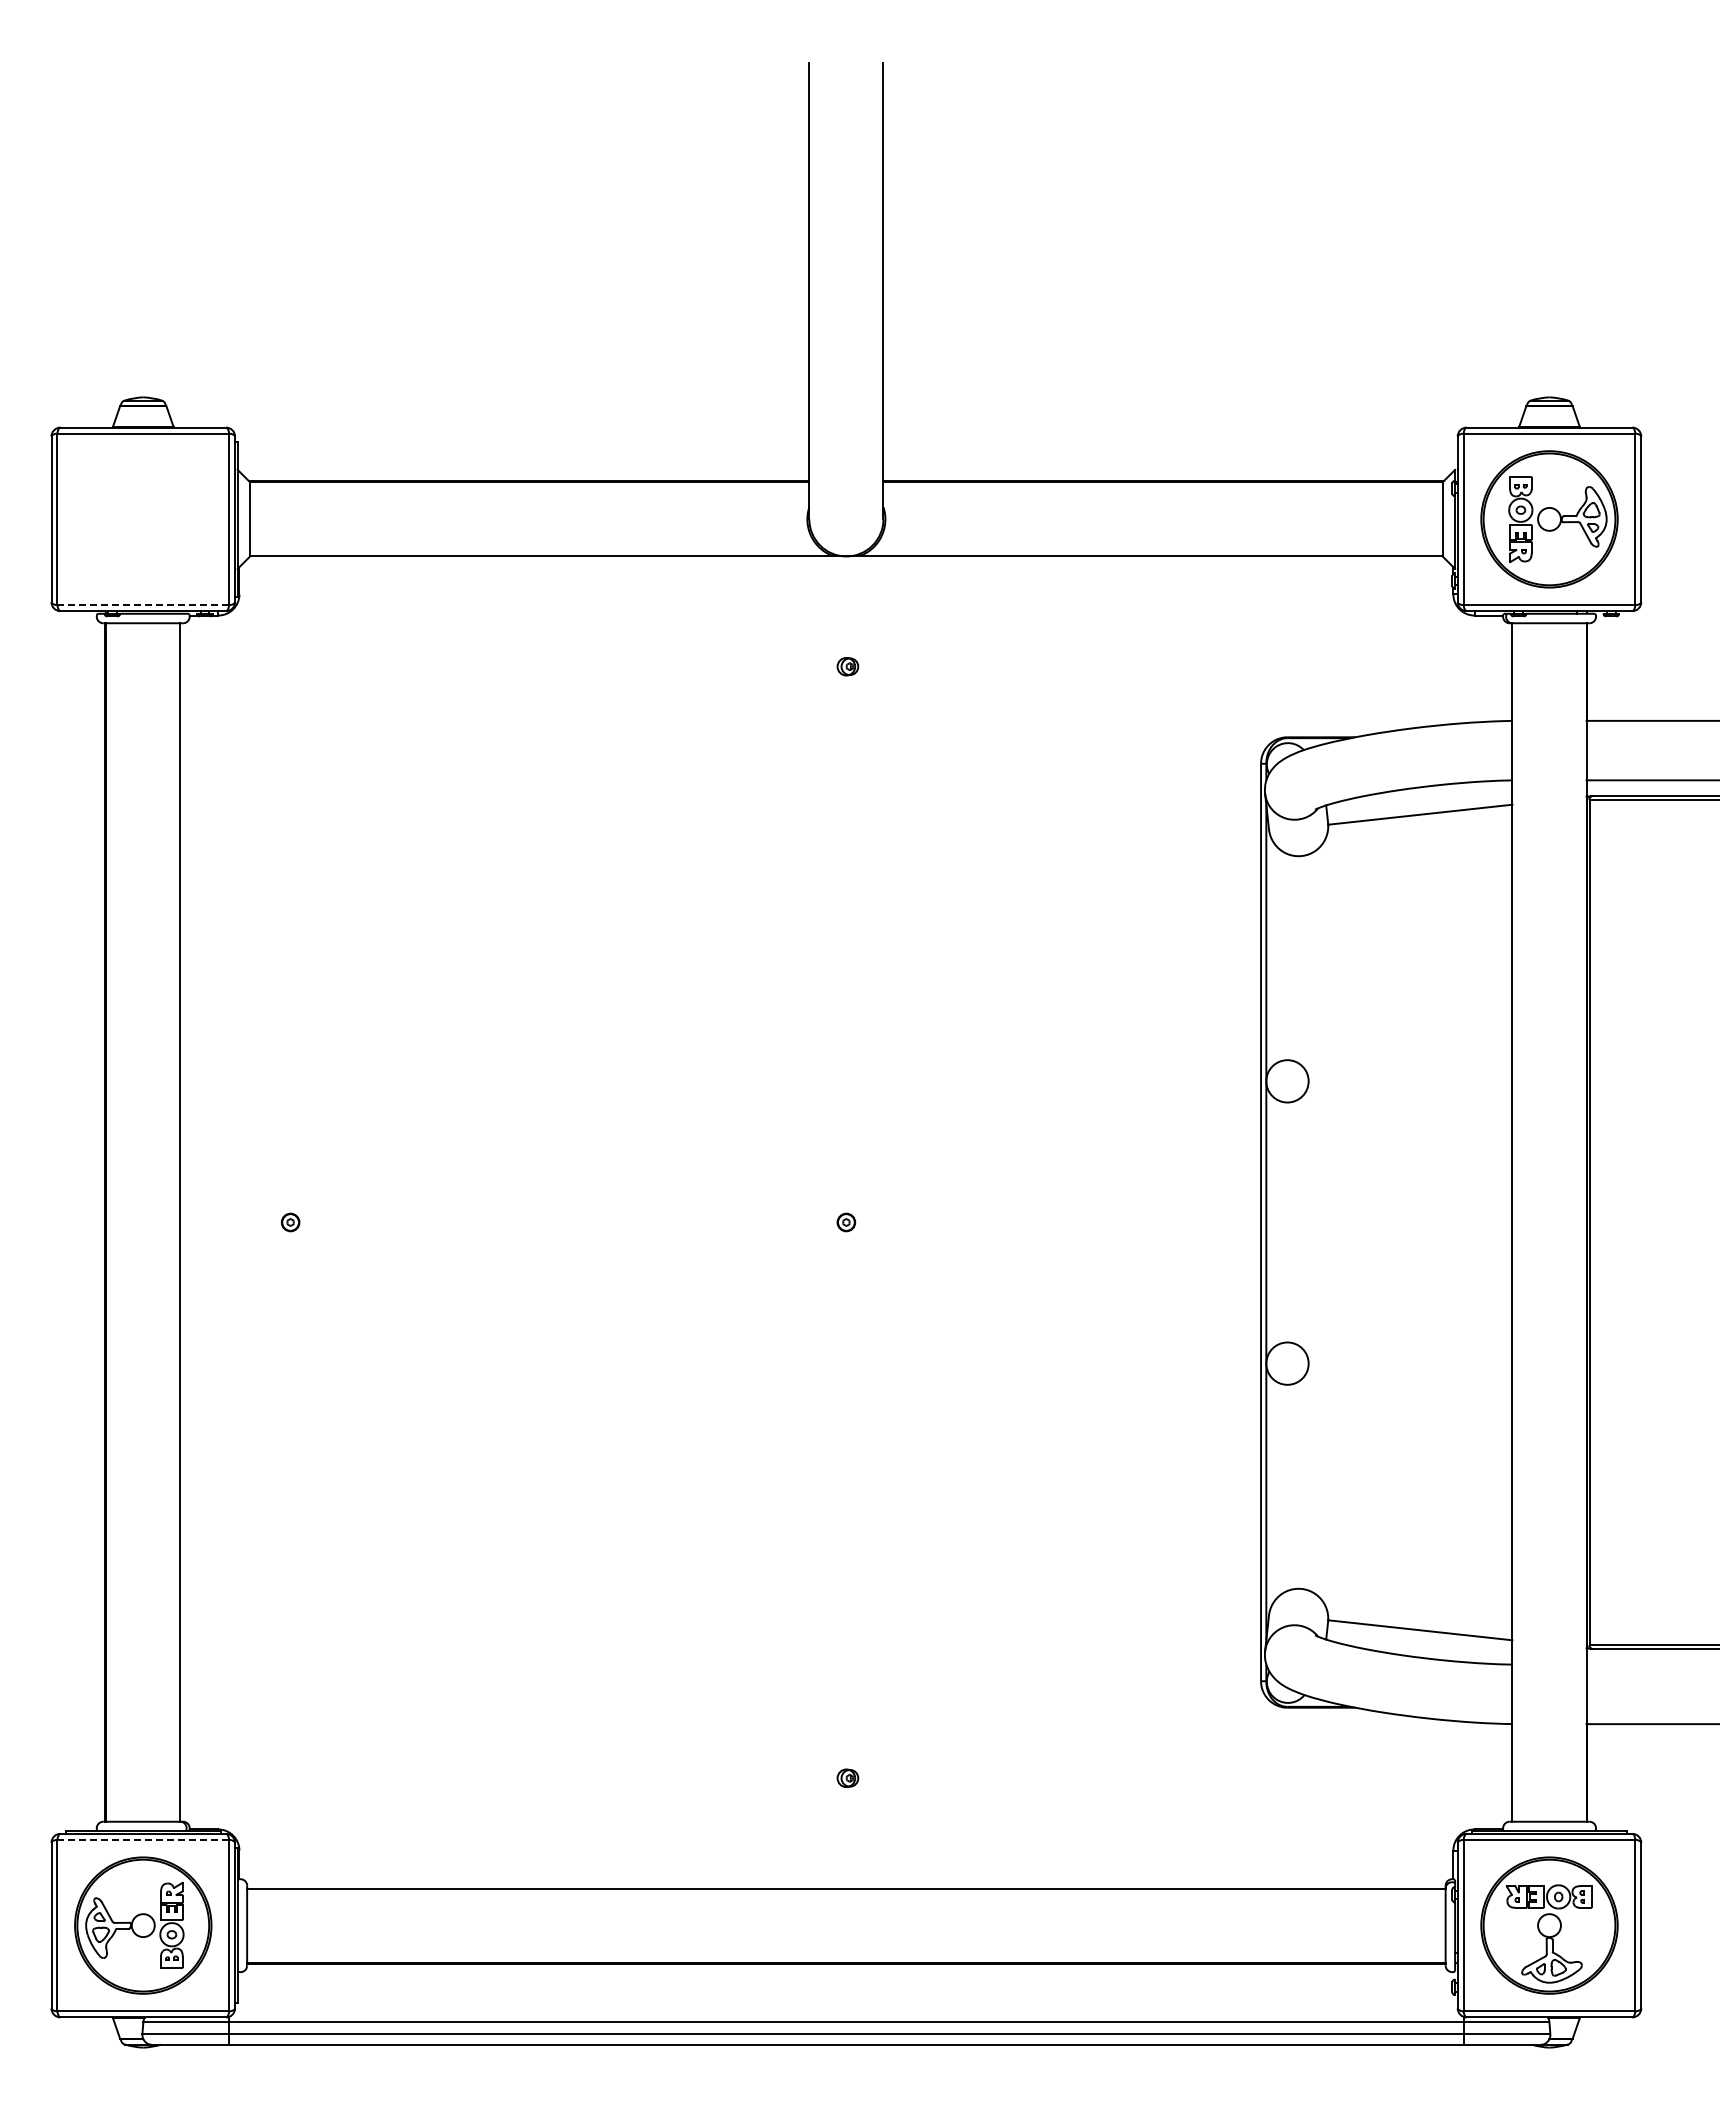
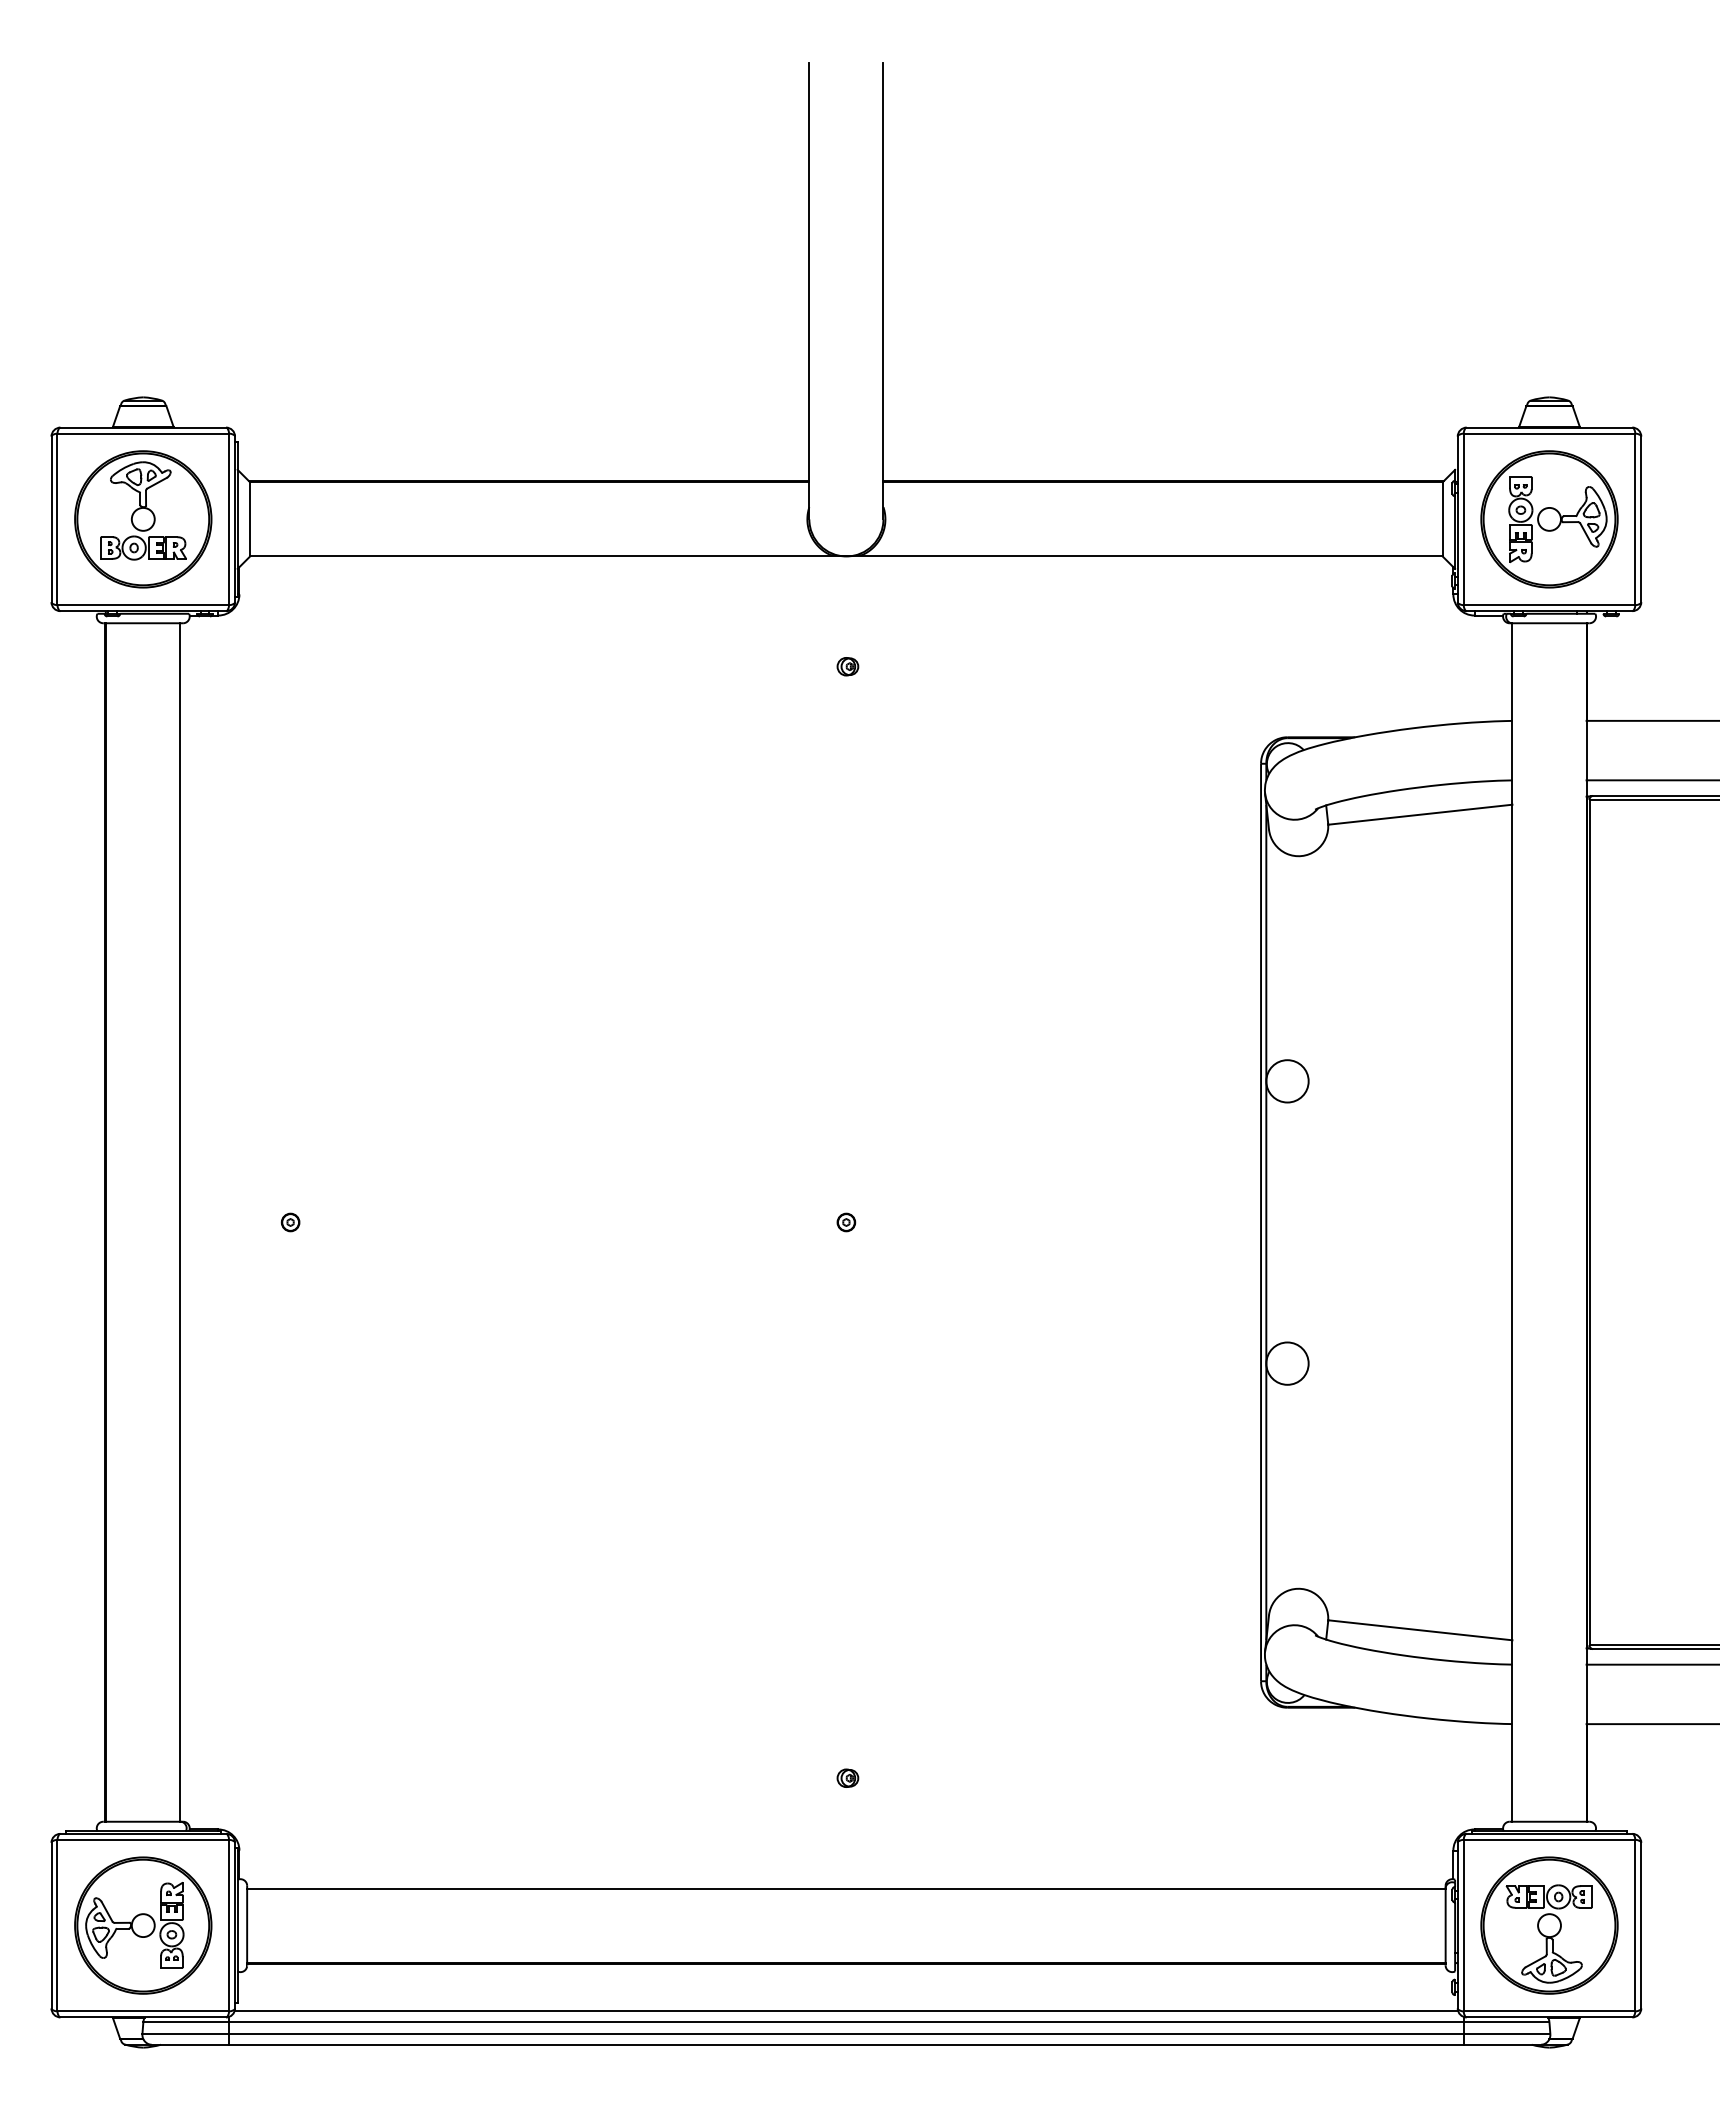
part at (143, 519): none -> present
line at (143, 605): dashed -> solid
line at (1651, 1664): none -> present
line at (143, 1839): dashed -> solid
line at (846, 2011): none -> present
